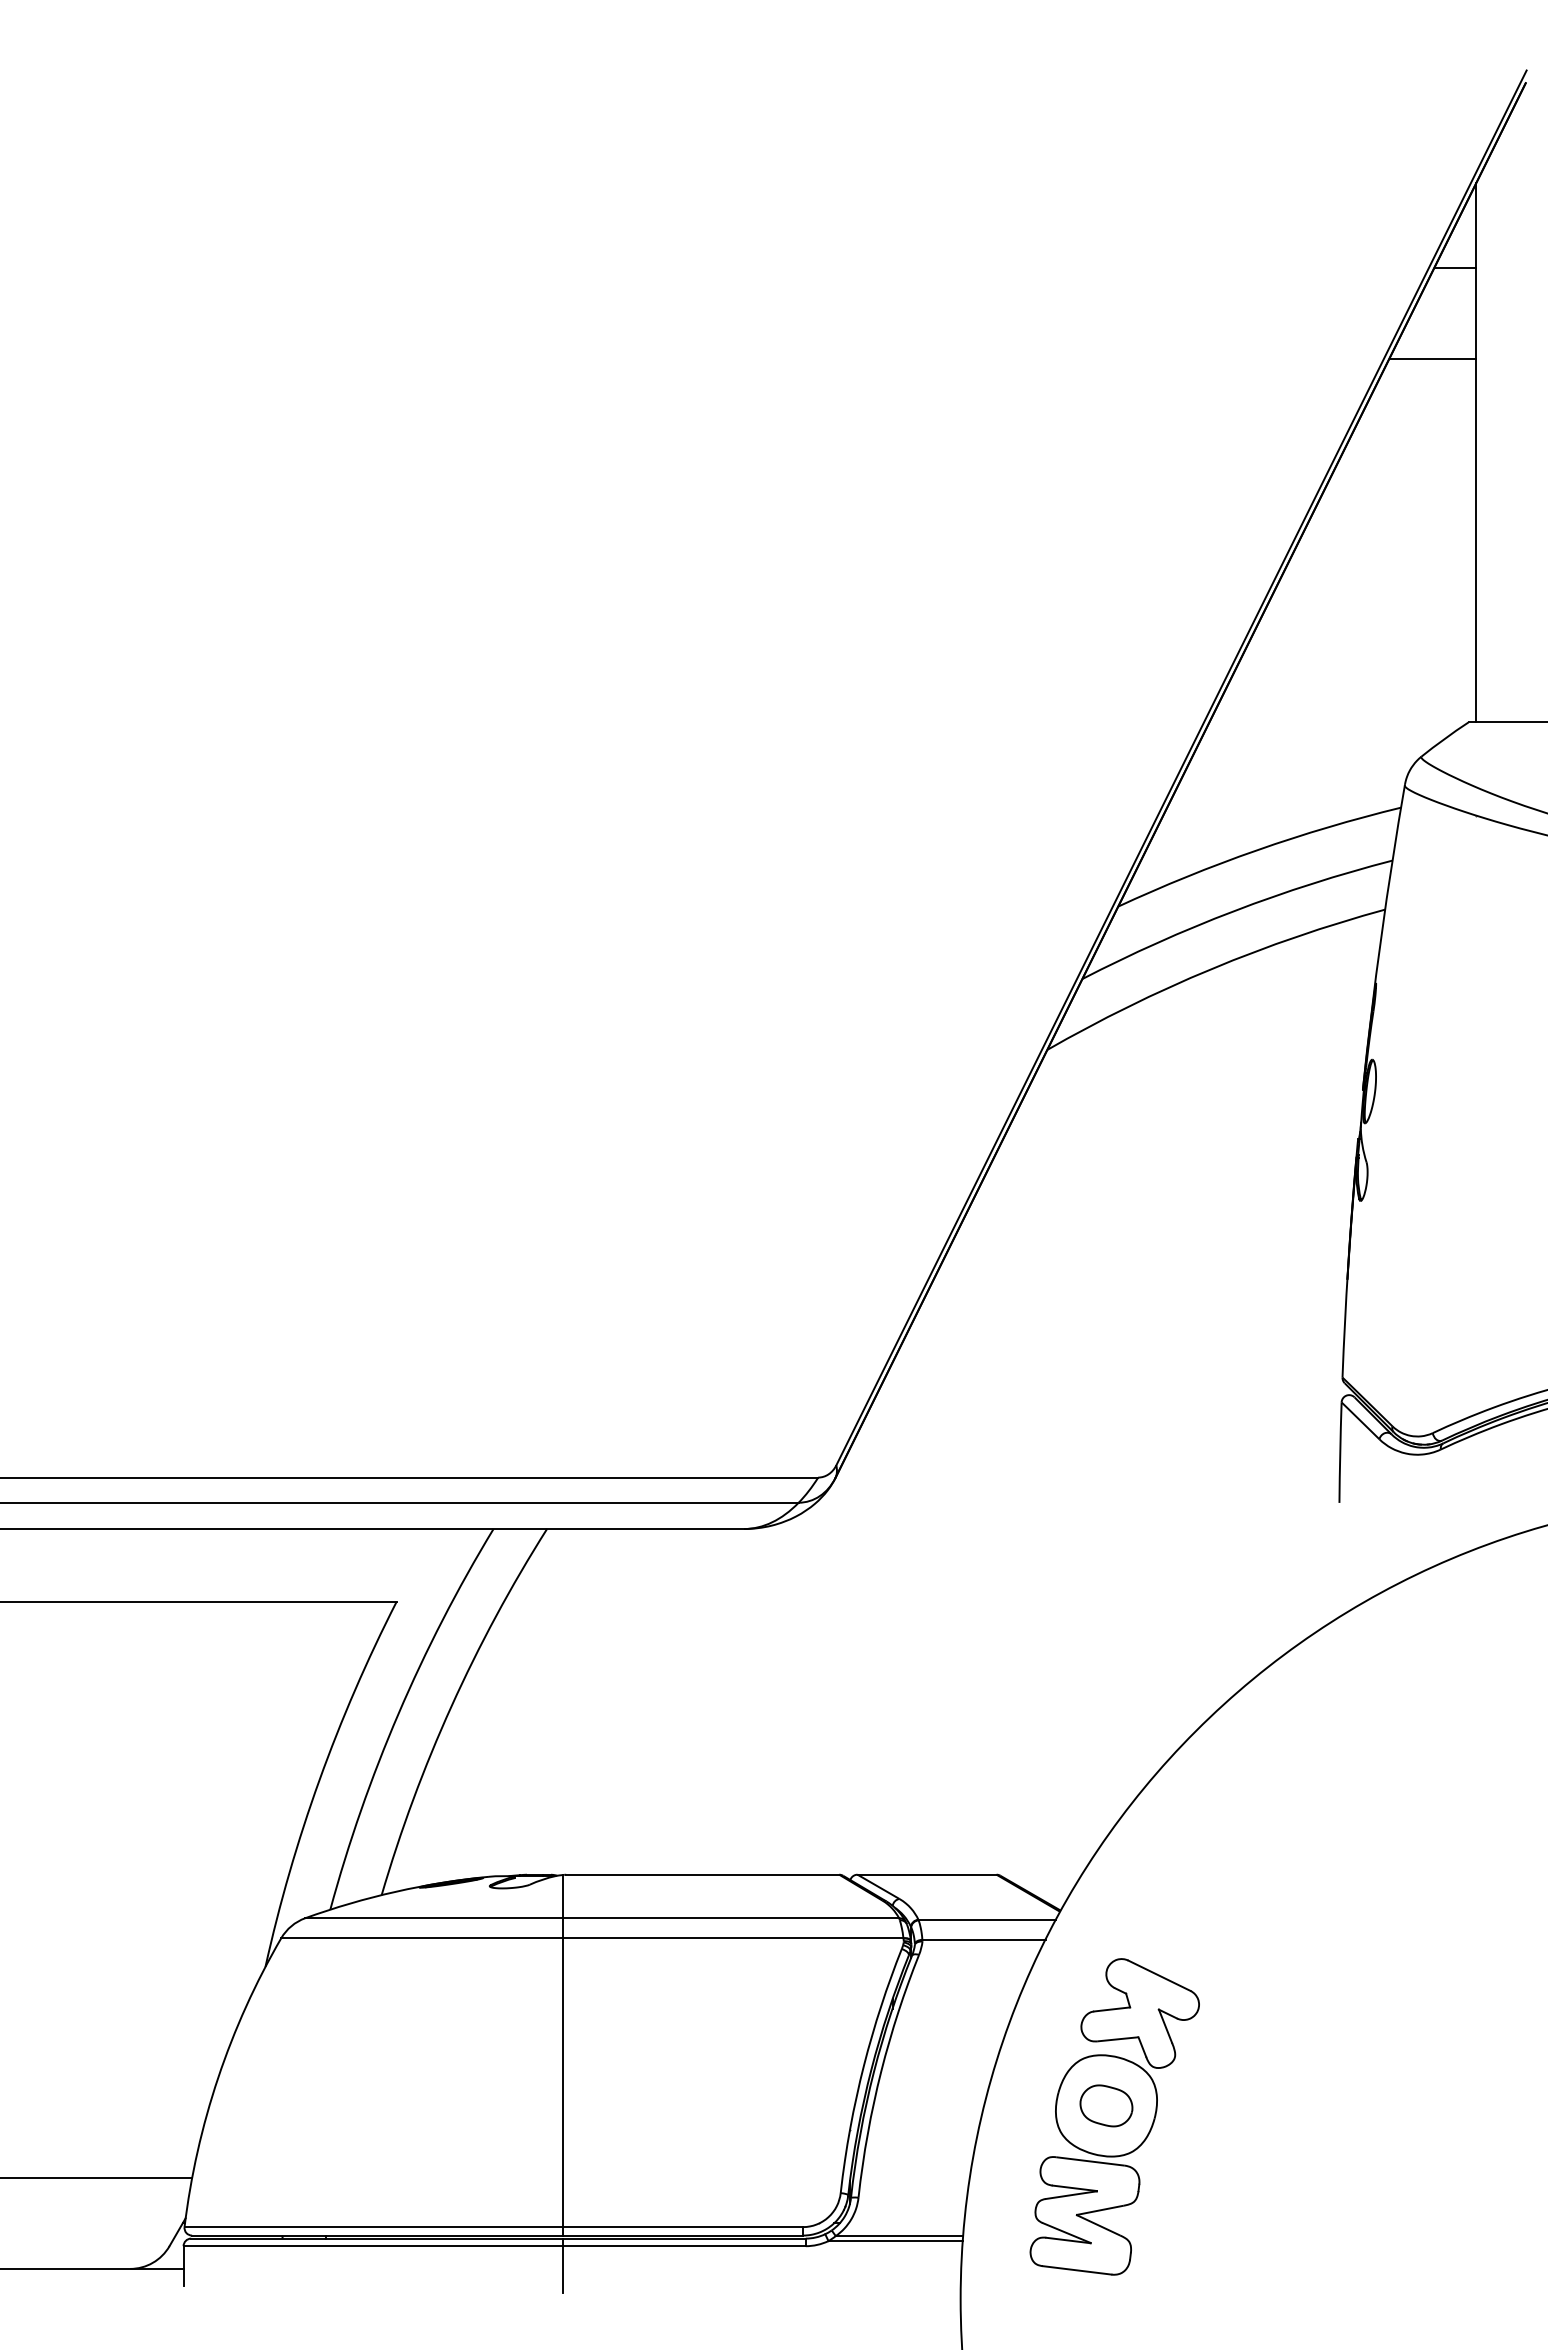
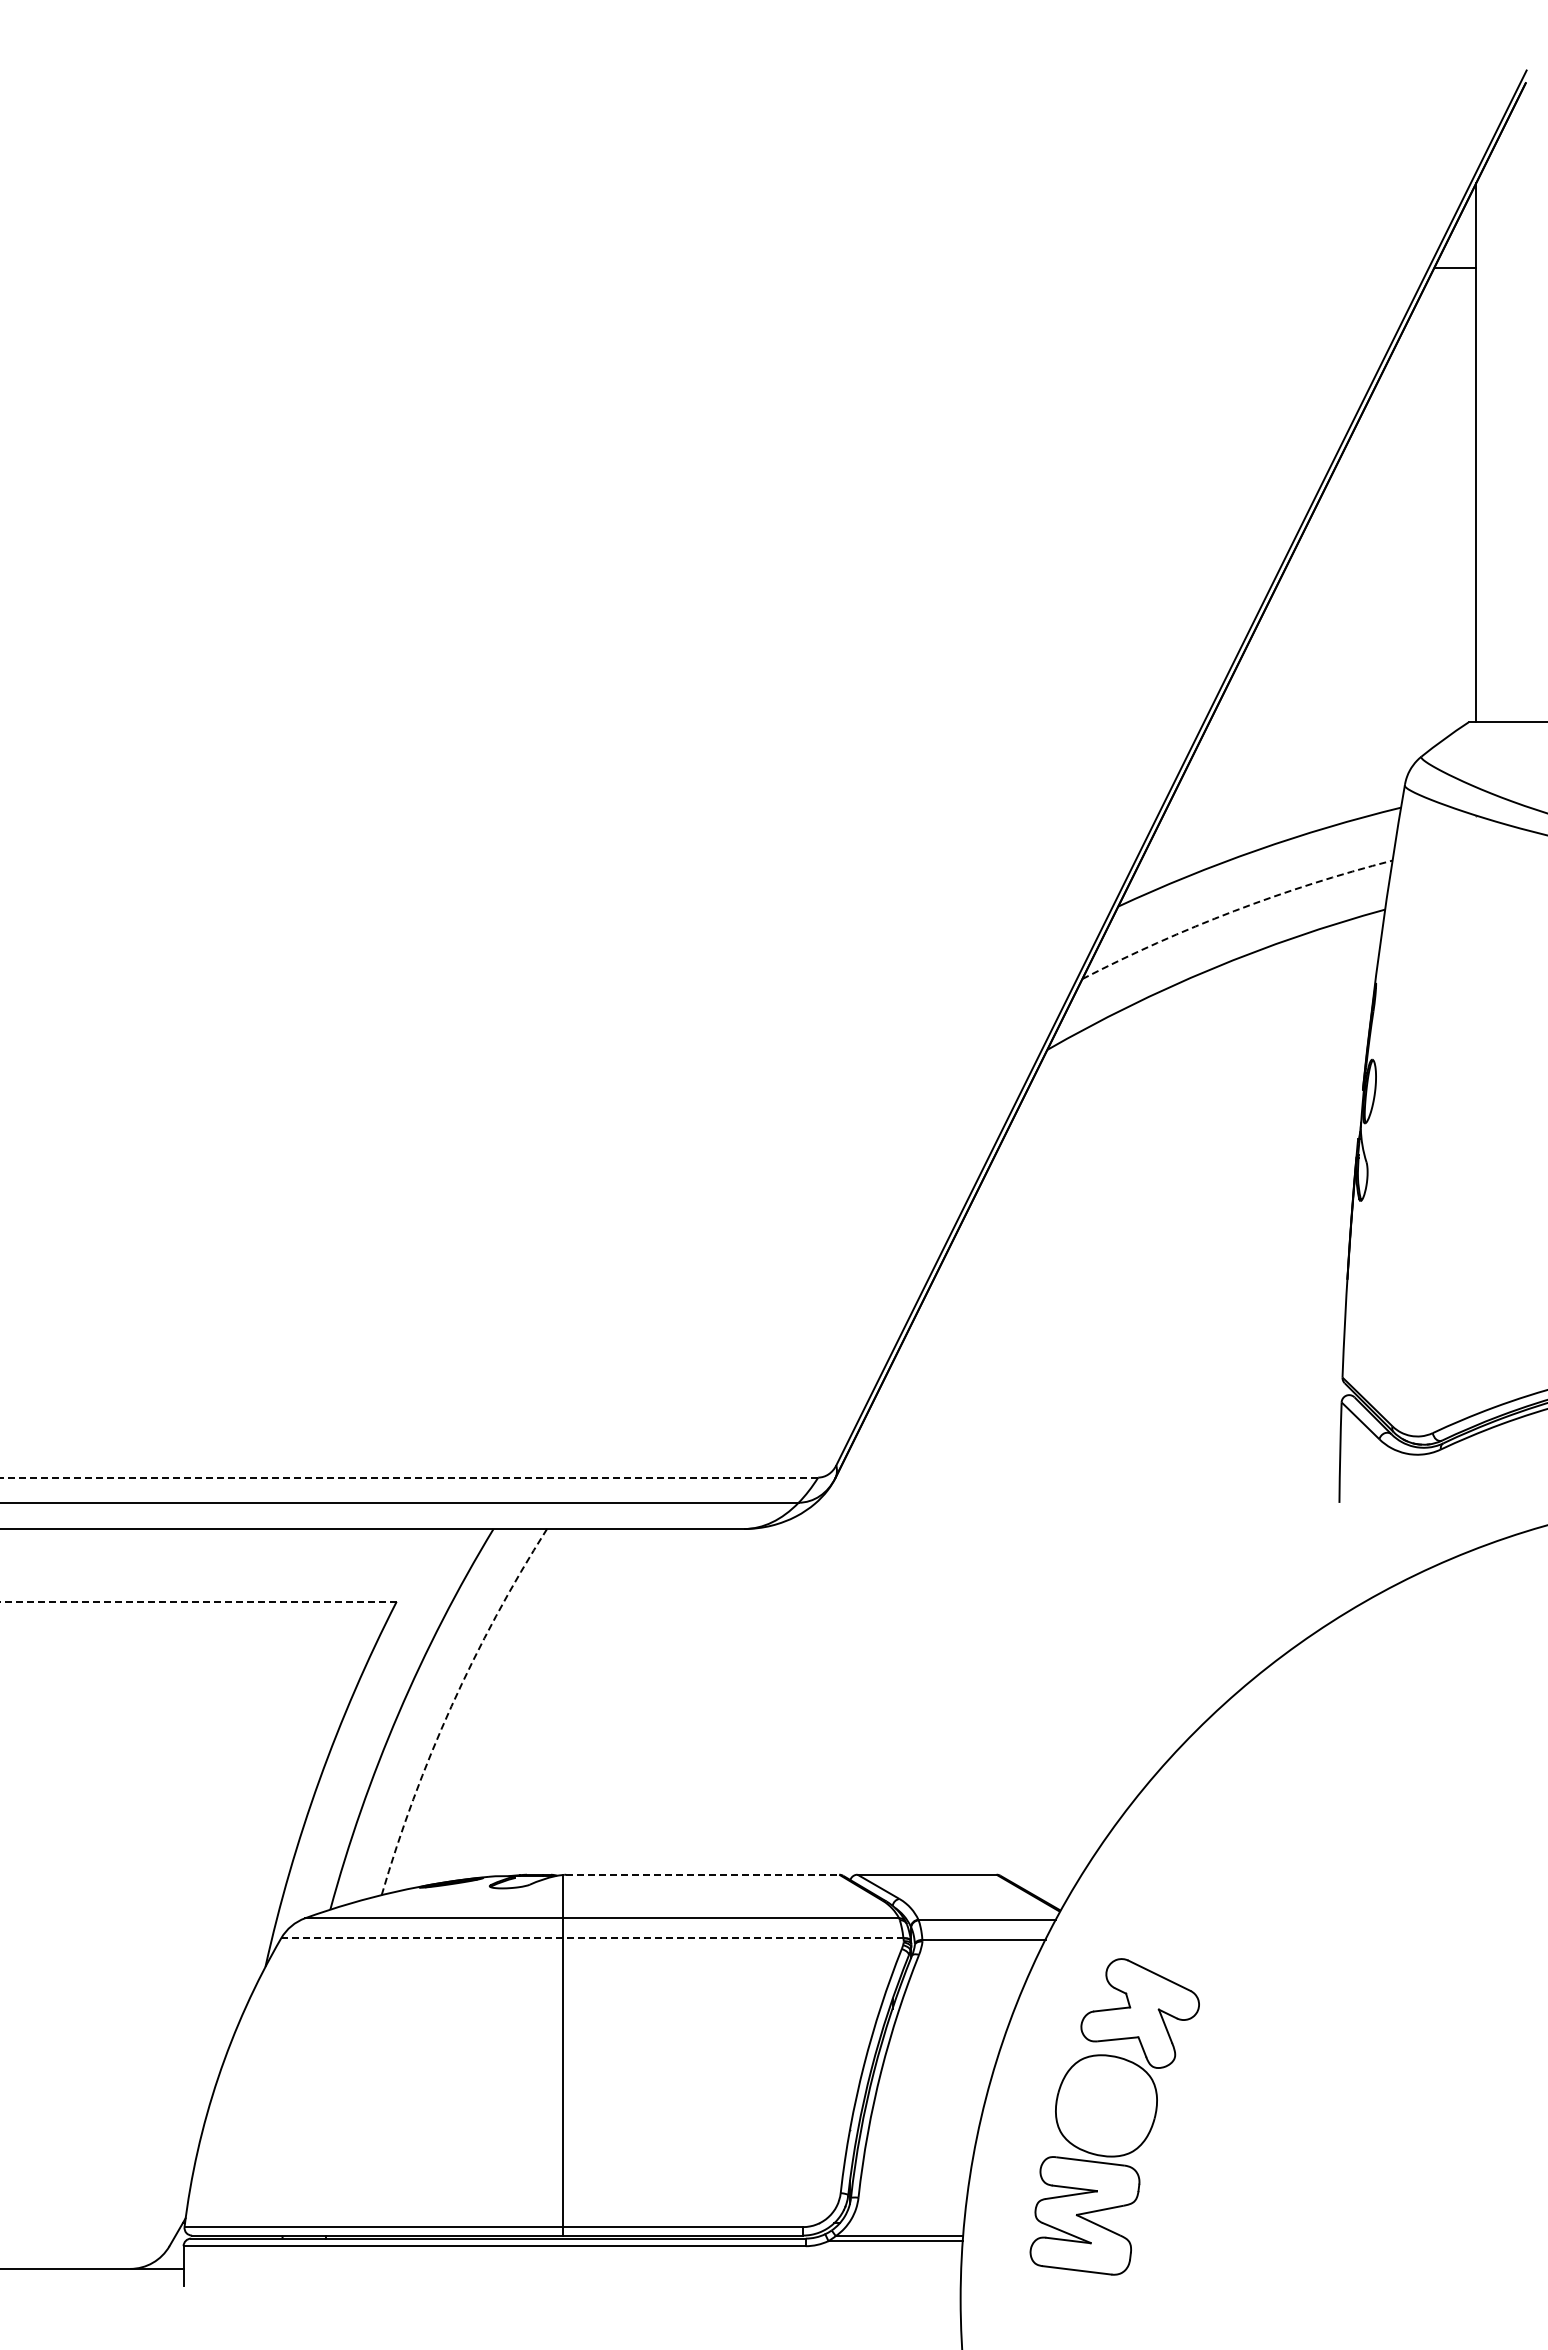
line at (1432, 358): present -> none
arc at (1234, 911): solid -> dashed
line at (408, 1477): solid -> dashed
line at (198, 1601): solid -> dashed
arc at (451, 1706): solid -> dashed
line at (702, 1874): solid -> dashed
line at (592, 1938): solid -> dashed
part at (1106, 2105): present -> none
line at (97, 2177): present -> none
line at (562, 2265): present -> none
